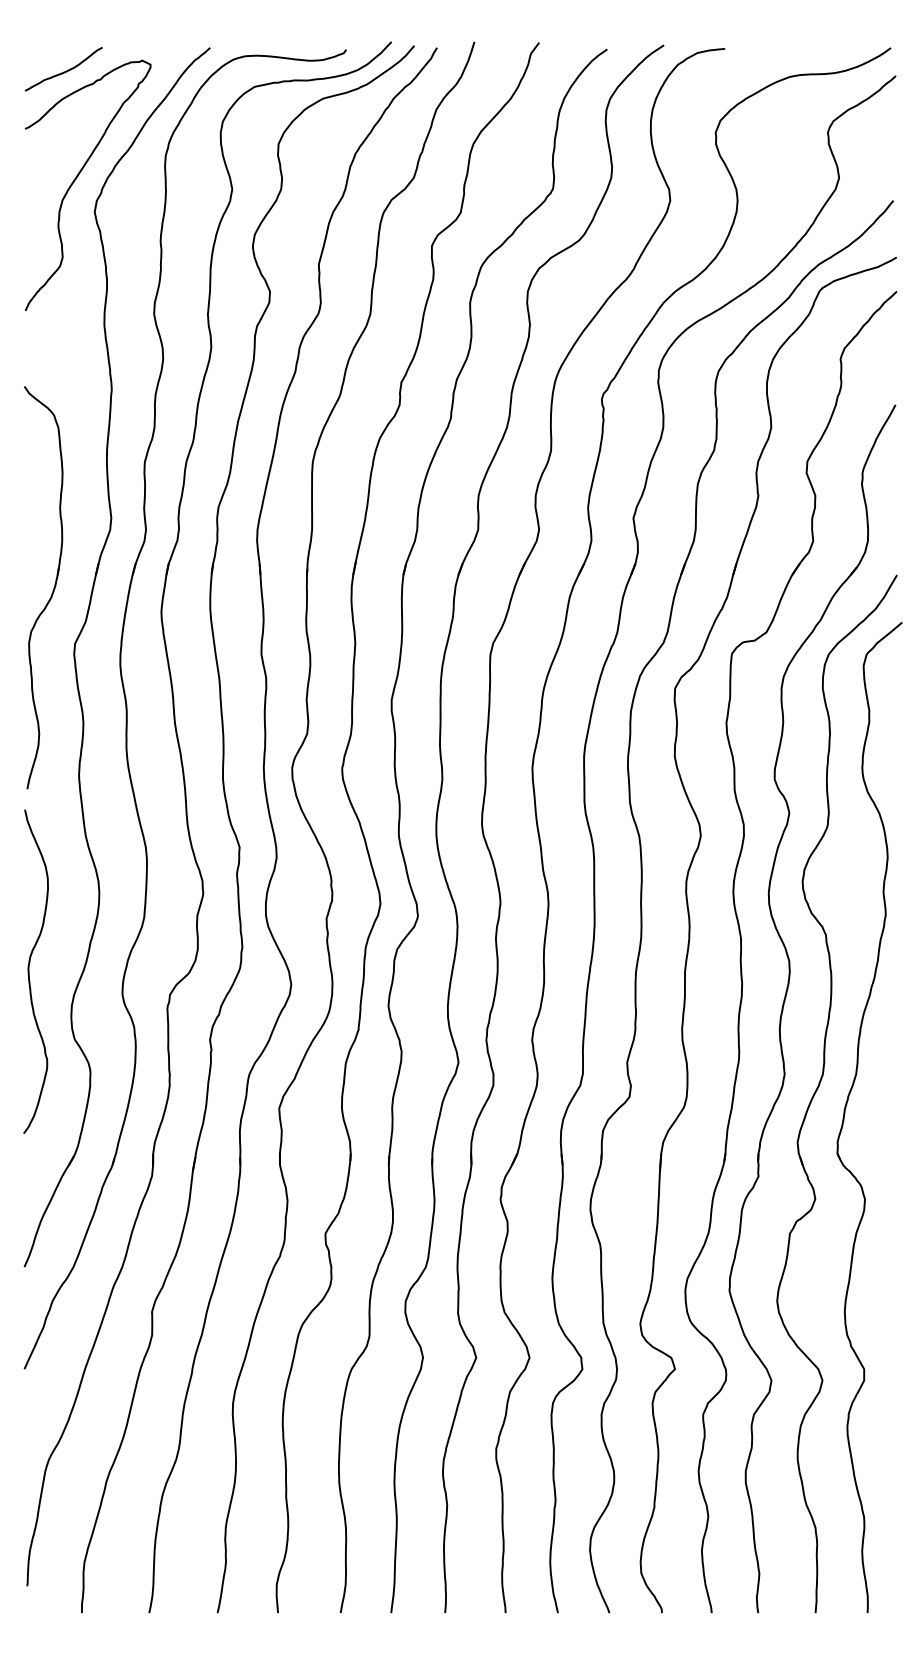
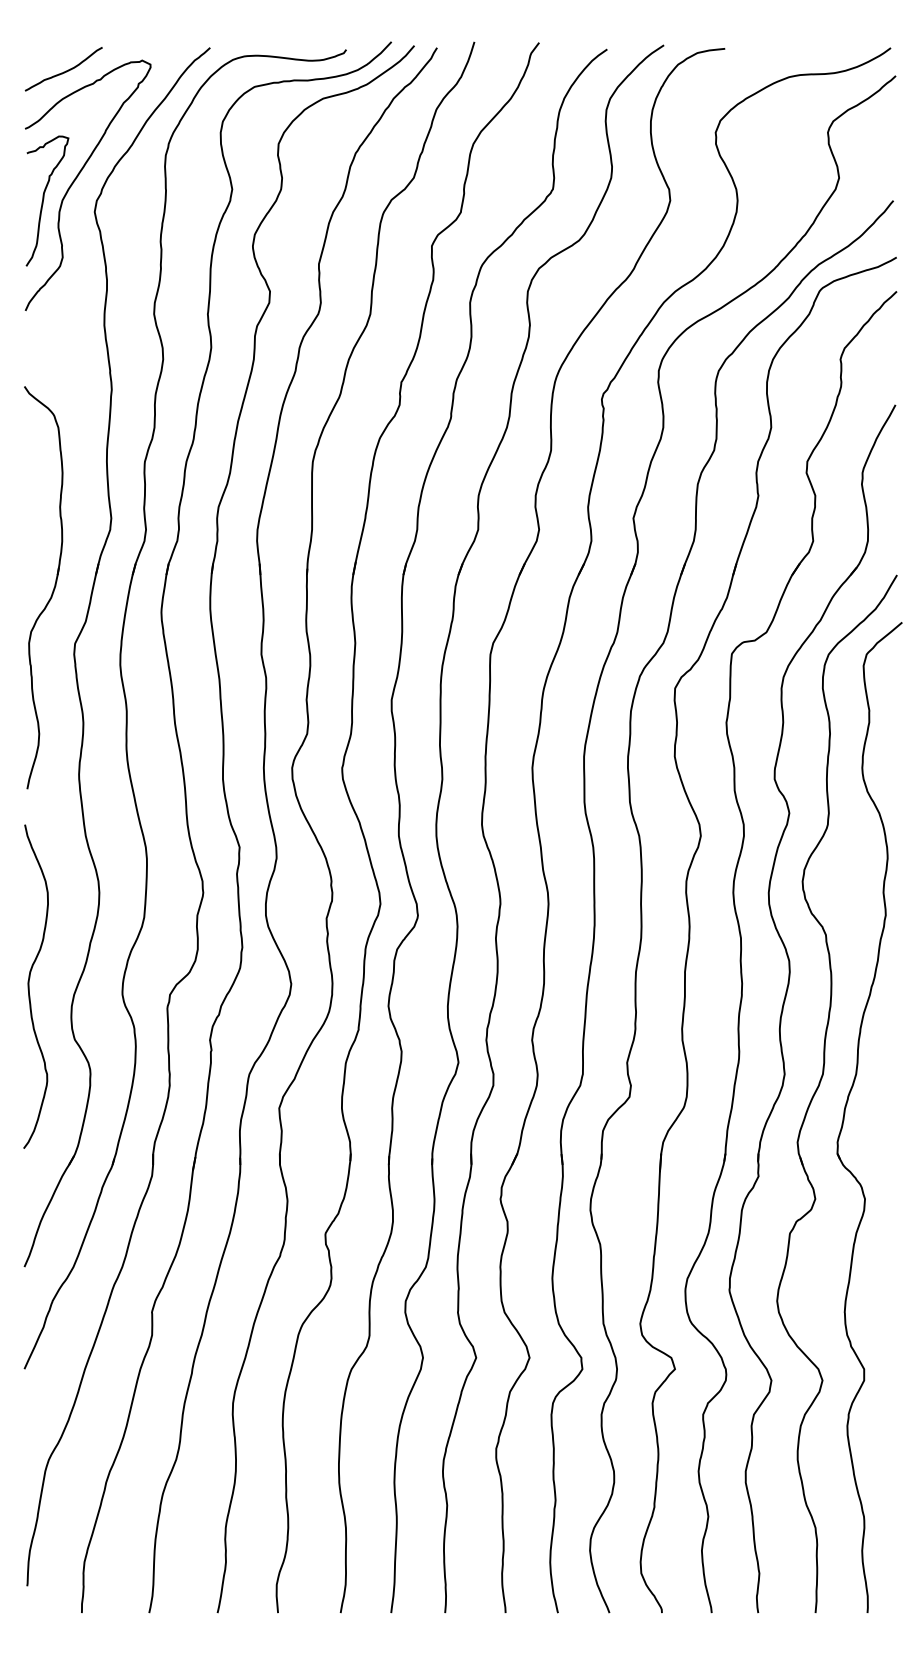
curve at (44, 199): none -> present
curve at (29, 971) position: (29, 971) -> (29, 986)
